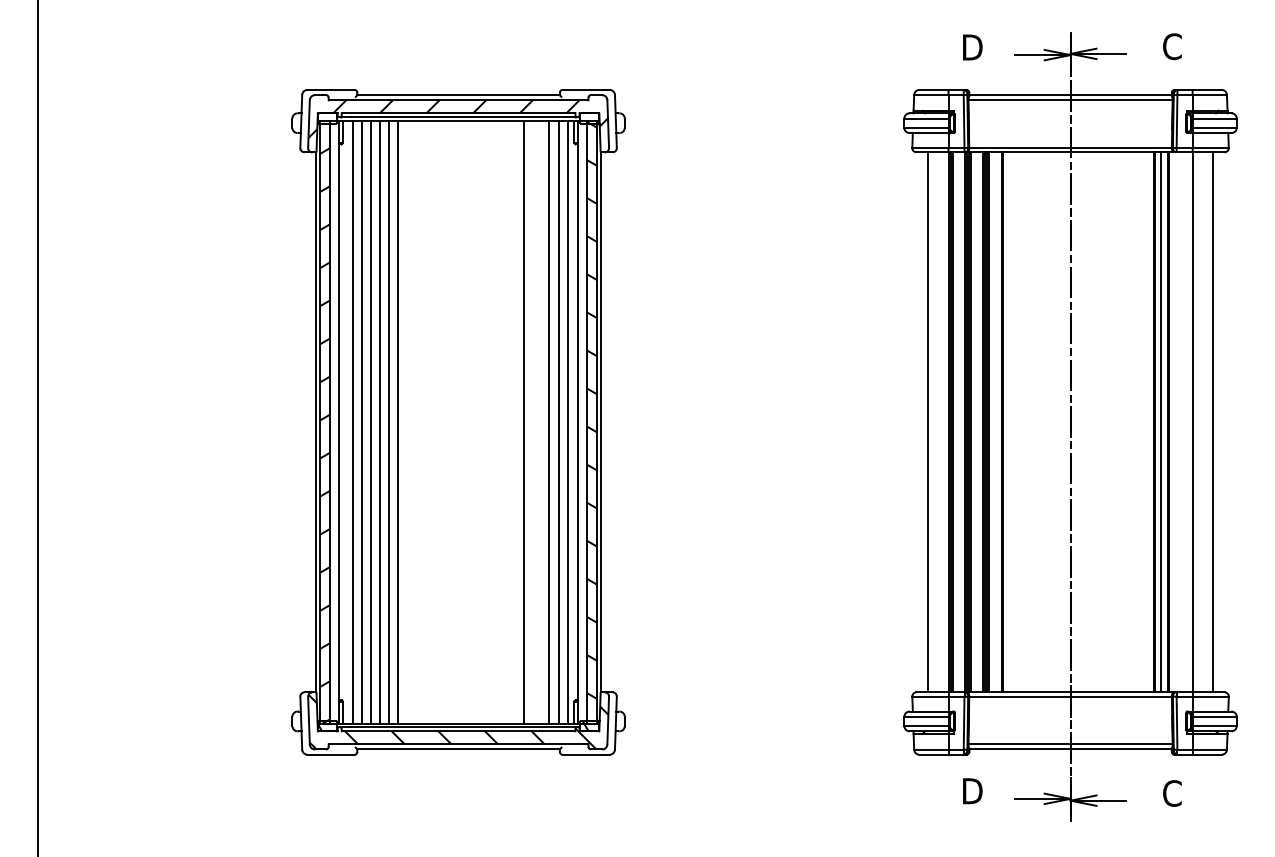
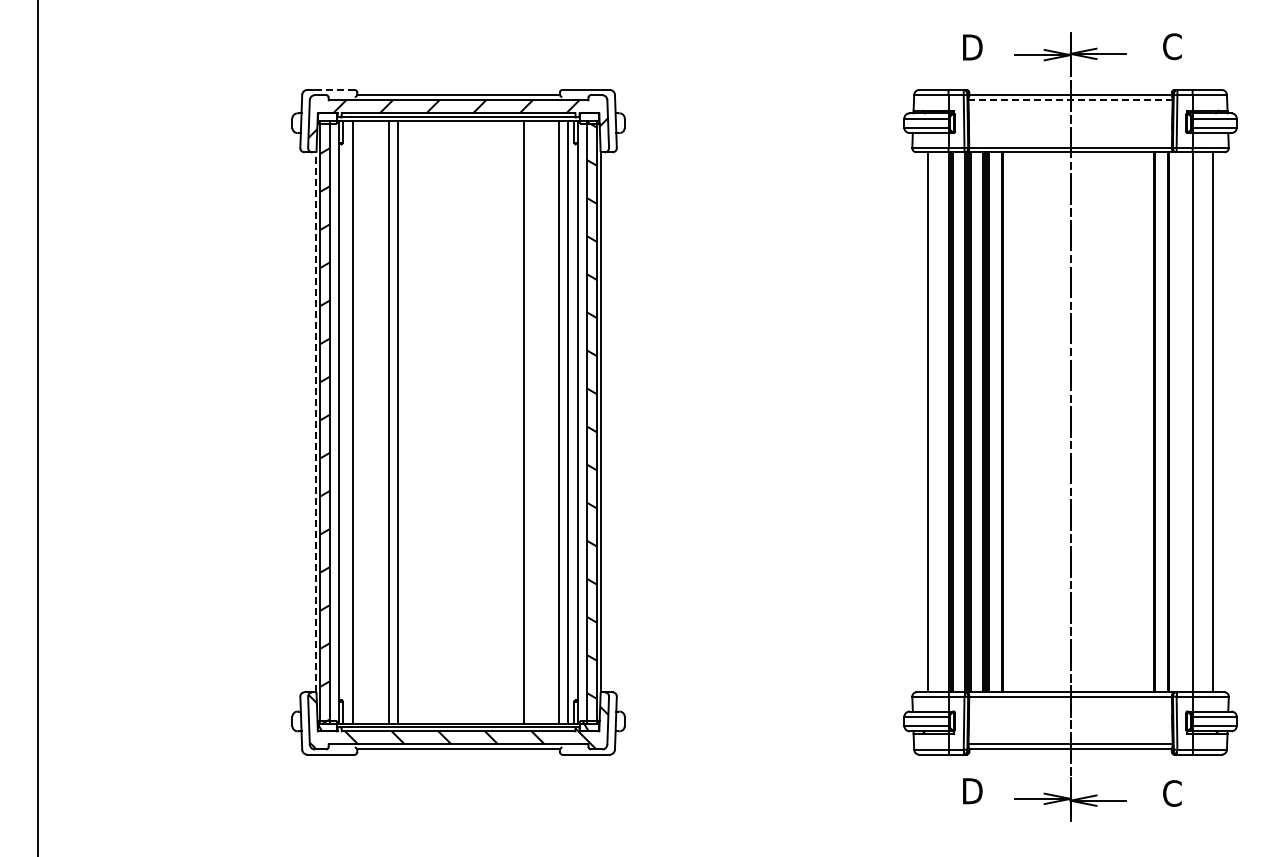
line at (333, 89): solid -> dashed
line at (1071, 100): solid -> dashed
line at (315, 421): solid -> dashed
line at (361, 422): present -> none
line at (371, 422): present -> none
line at (379, 422): present -> none
line at (549, 422): present -> none
line at (1161, 422): present -> none
